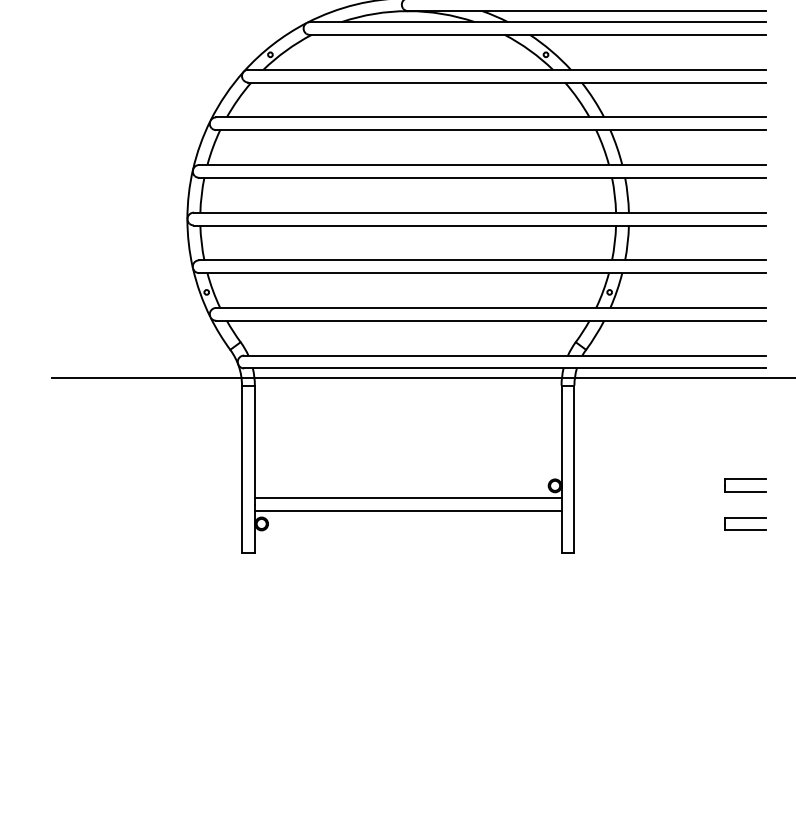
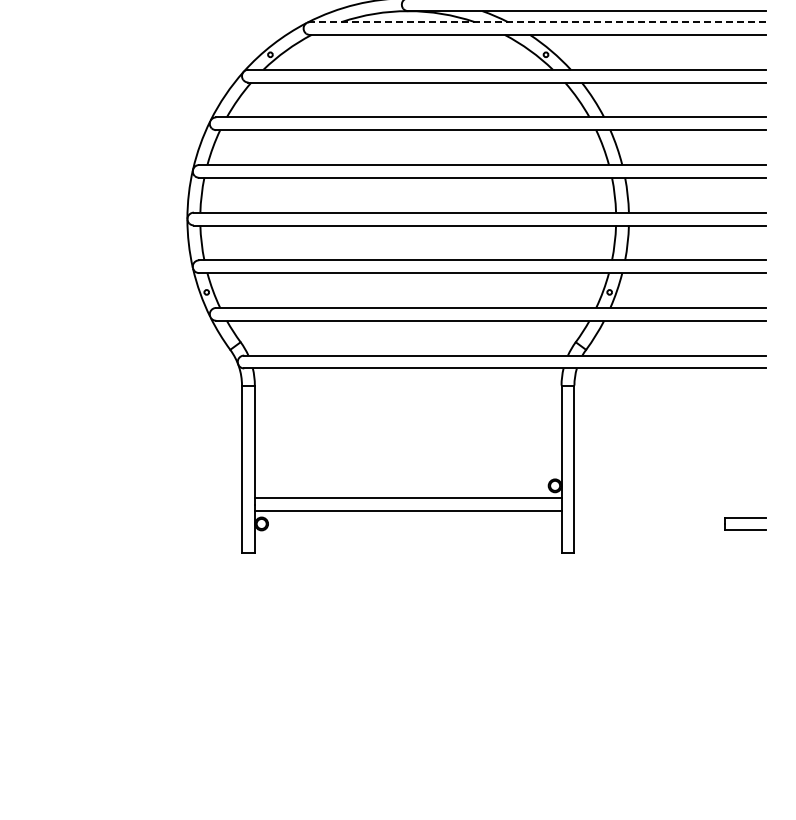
line at (537, 22): solid -> dashed
line at (421, 377): present -> none
part at (745, 485): present -> none
